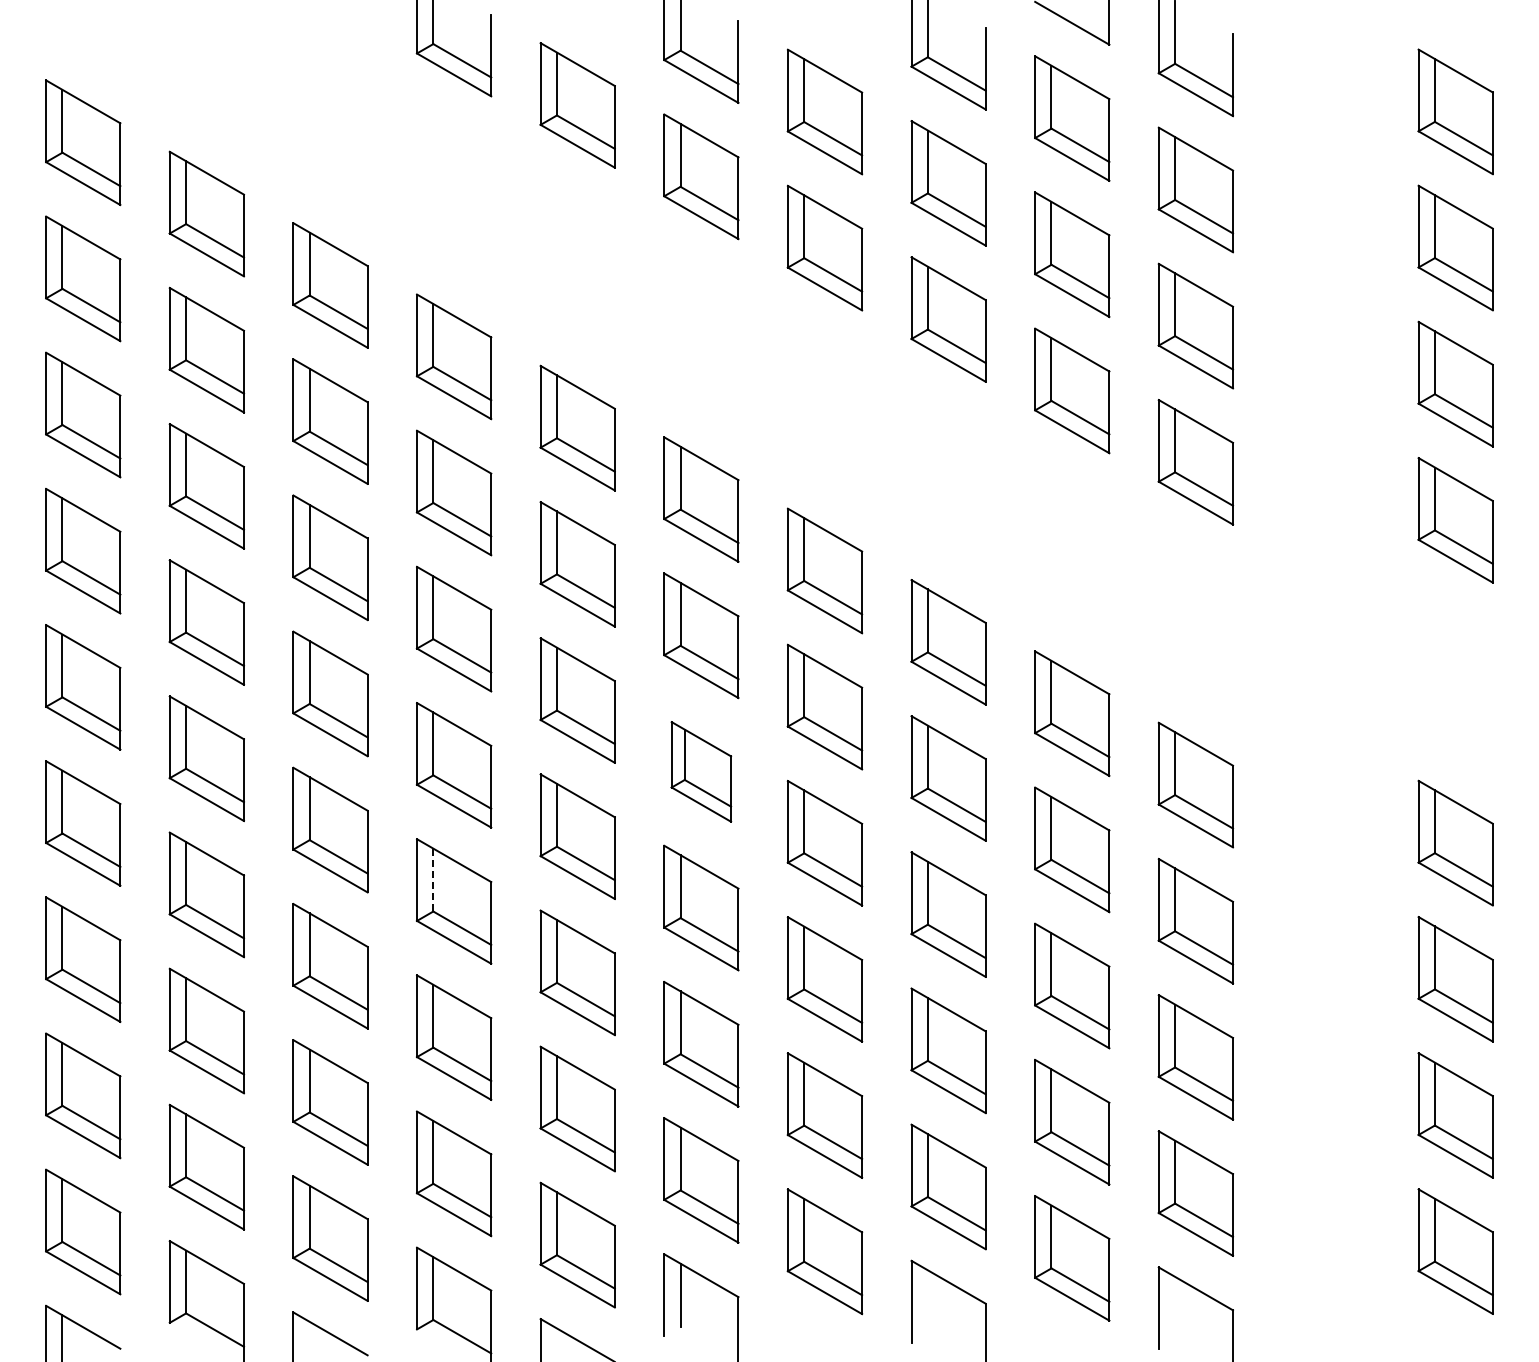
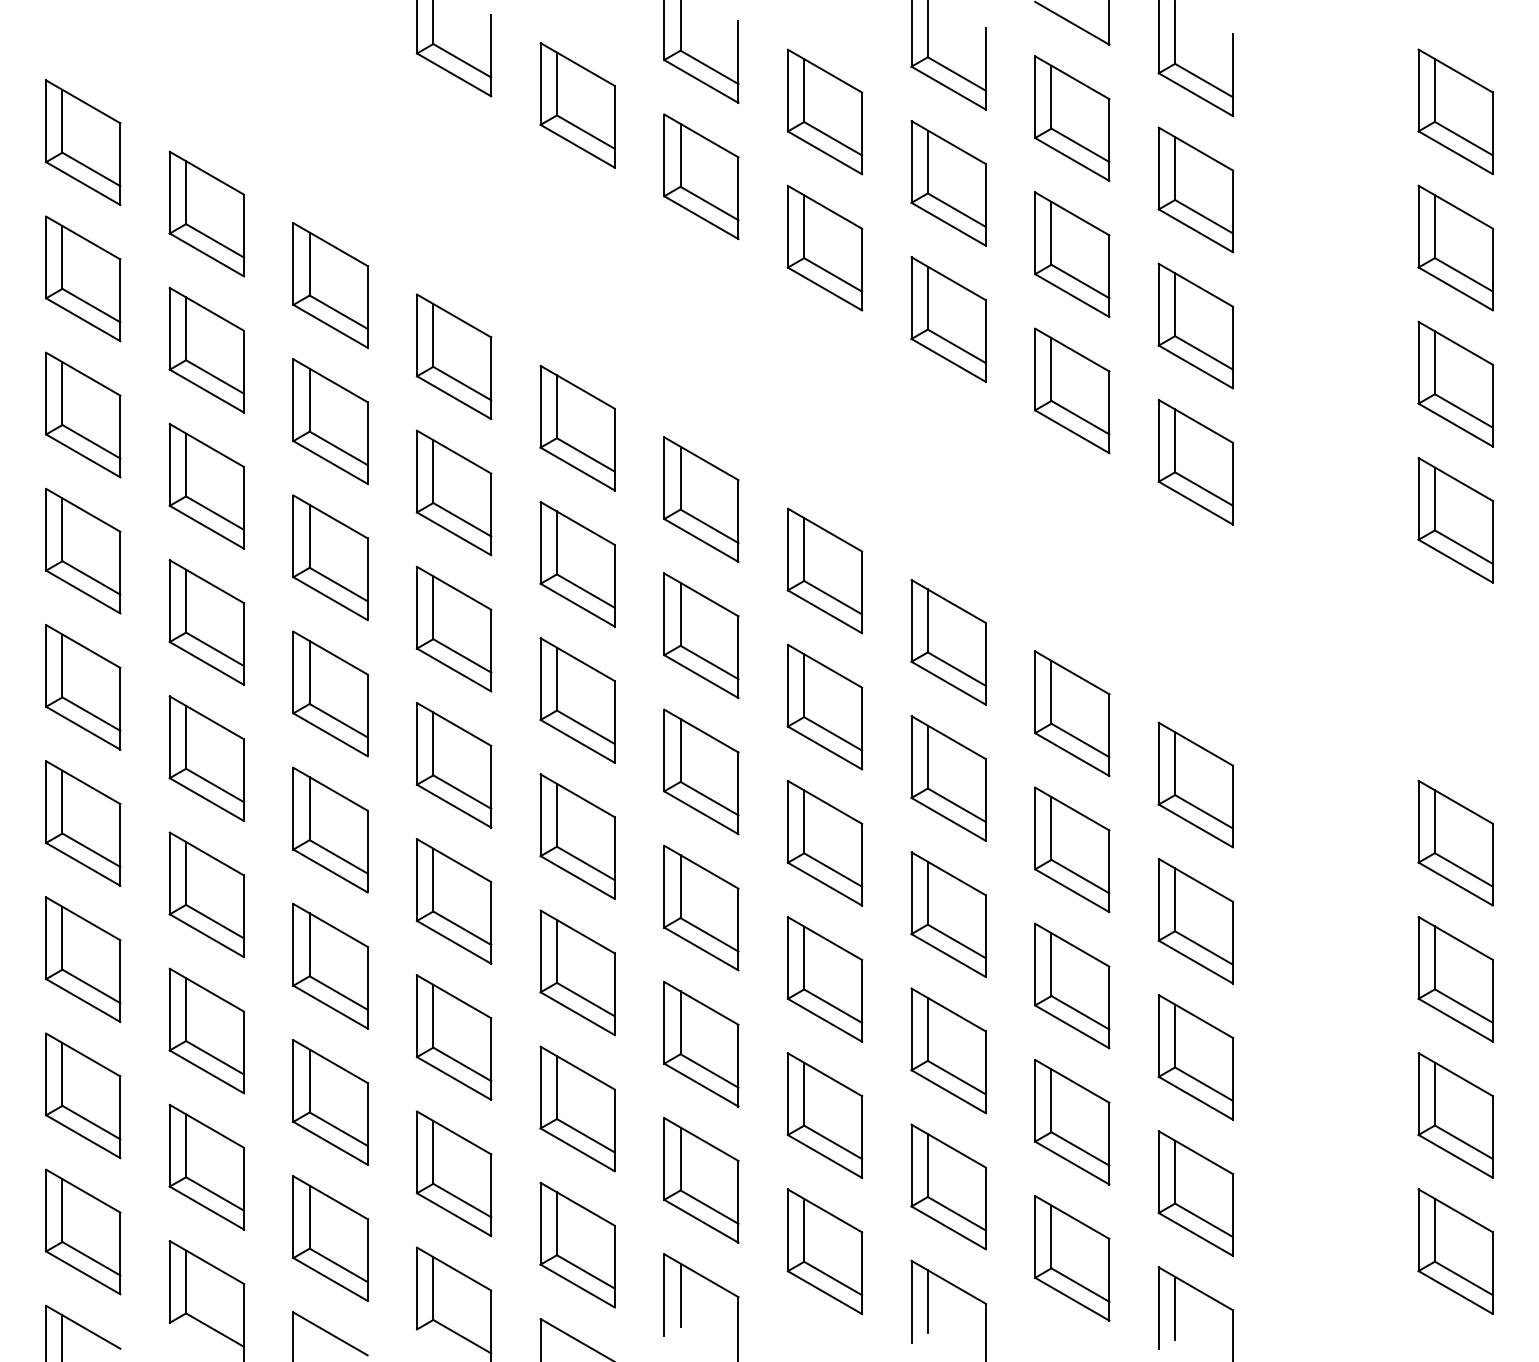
part at (701, 771) size: 63x102 px -> 77x128 px
line at (433, 880): dashed -> solid
line at (927, 1301): none -> present
line at (1175, 1307): none -> present
